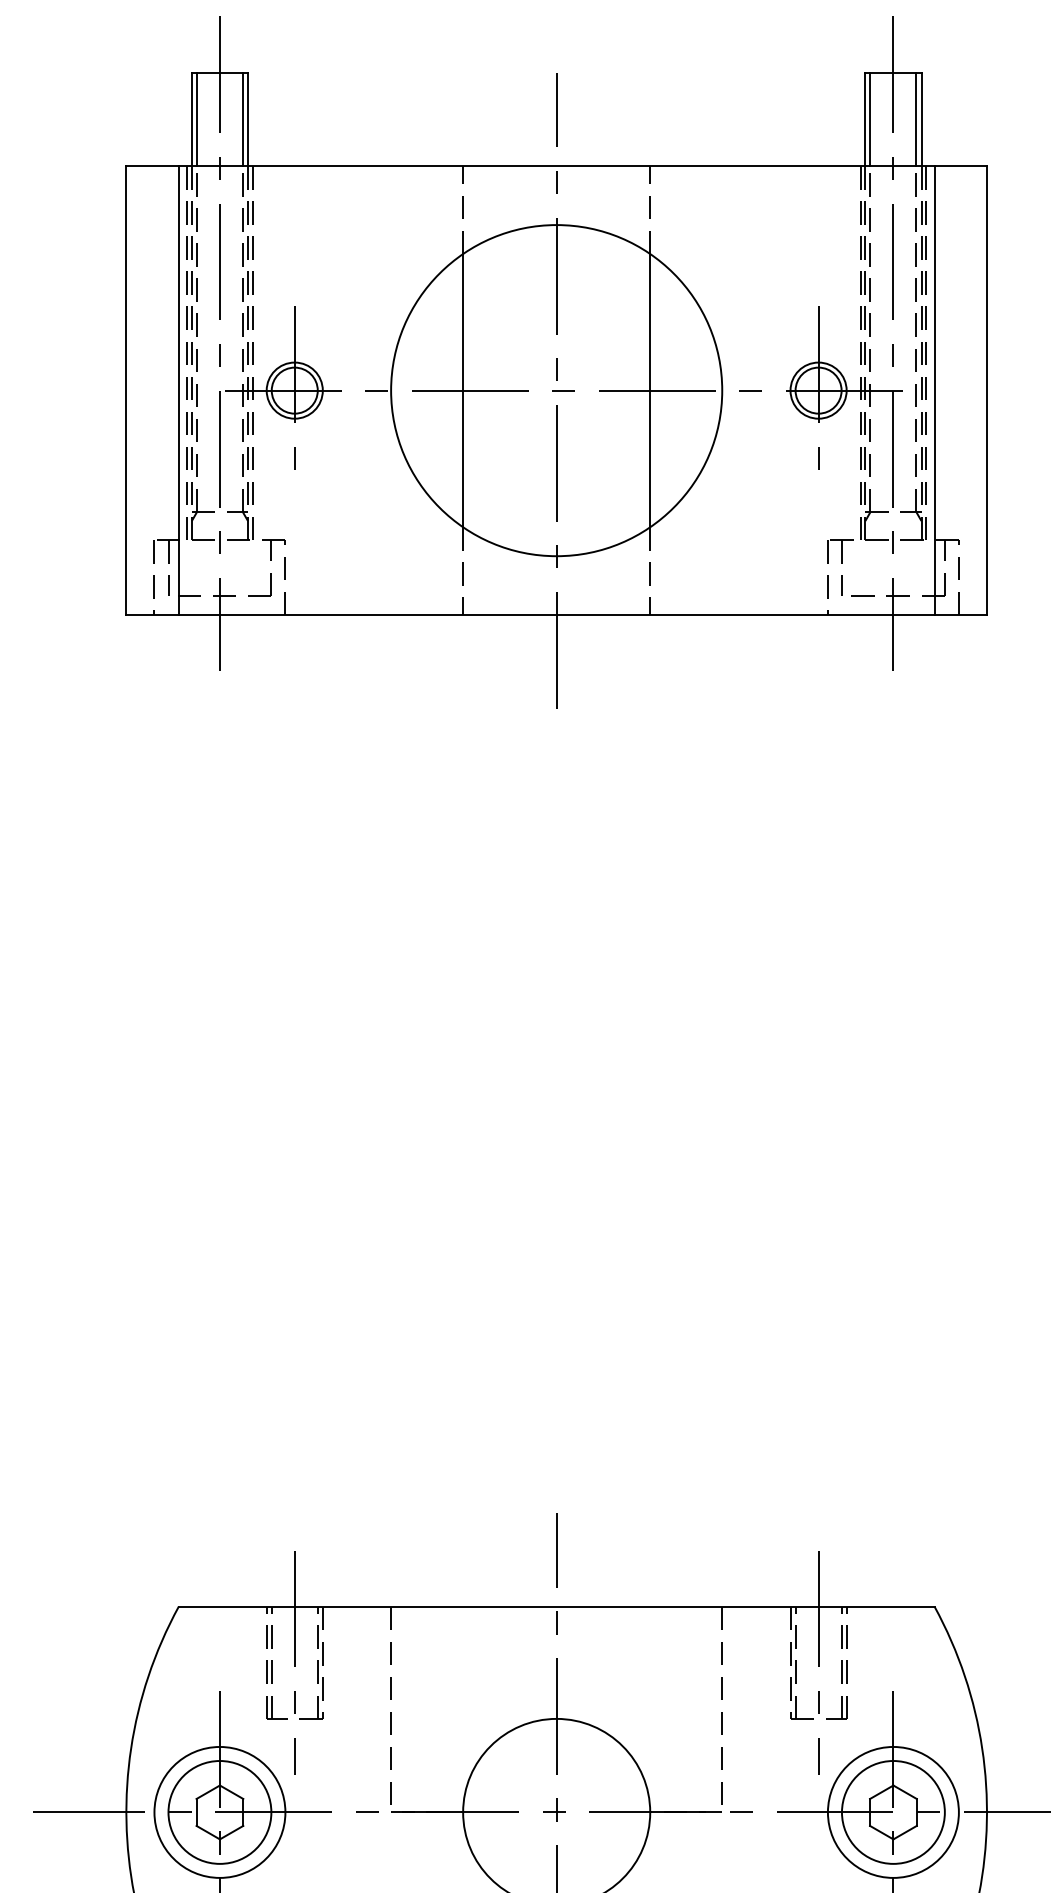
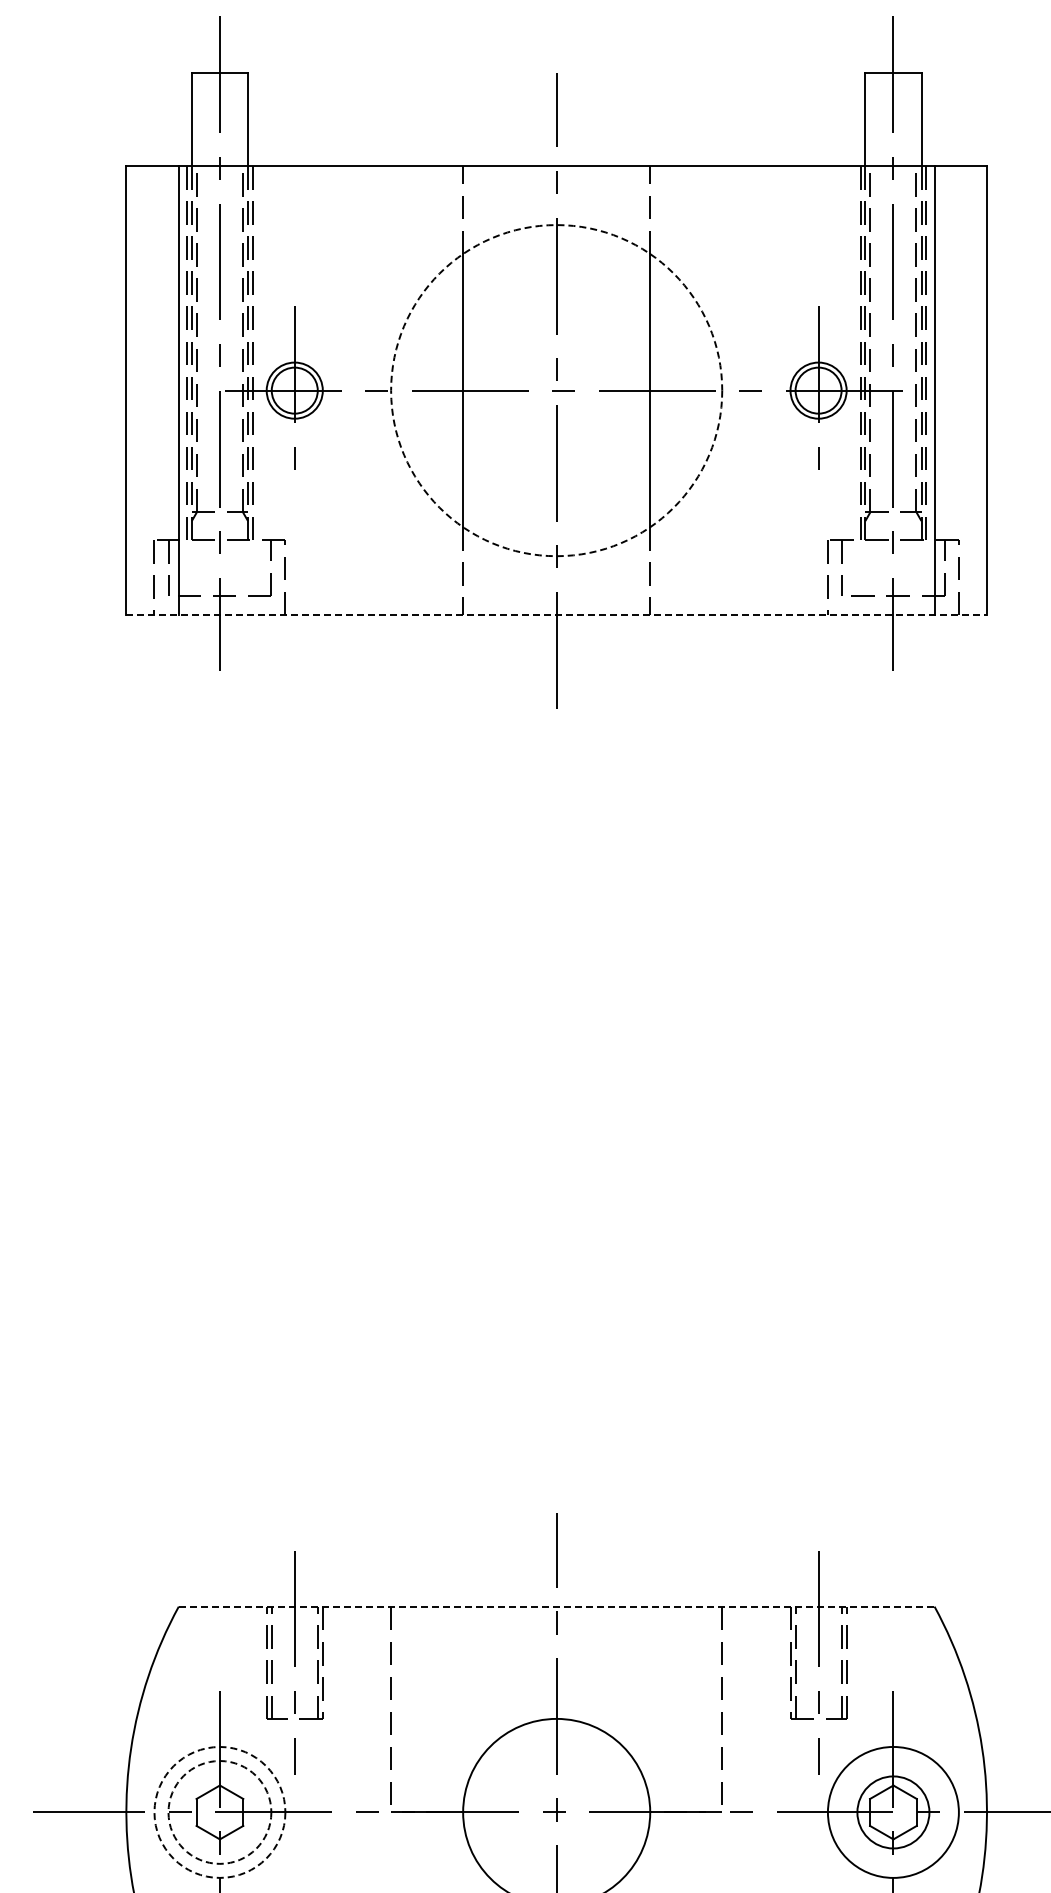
line at (196, 119): present -> none
line at (242, 119): present -> none
line at (870, 119): present -> none
line at (916, 119): present -> none
circle at (556, 390): solid -> dashed
line at (557, 615): solid -> dashed
line at (556, 1606): solid -> dashed
circle at (219, 1811): solid -> dashed
circle at (219, 1812): solid -> dashed
circle at (892, 1812) diameter: 103 px -> 72 px
